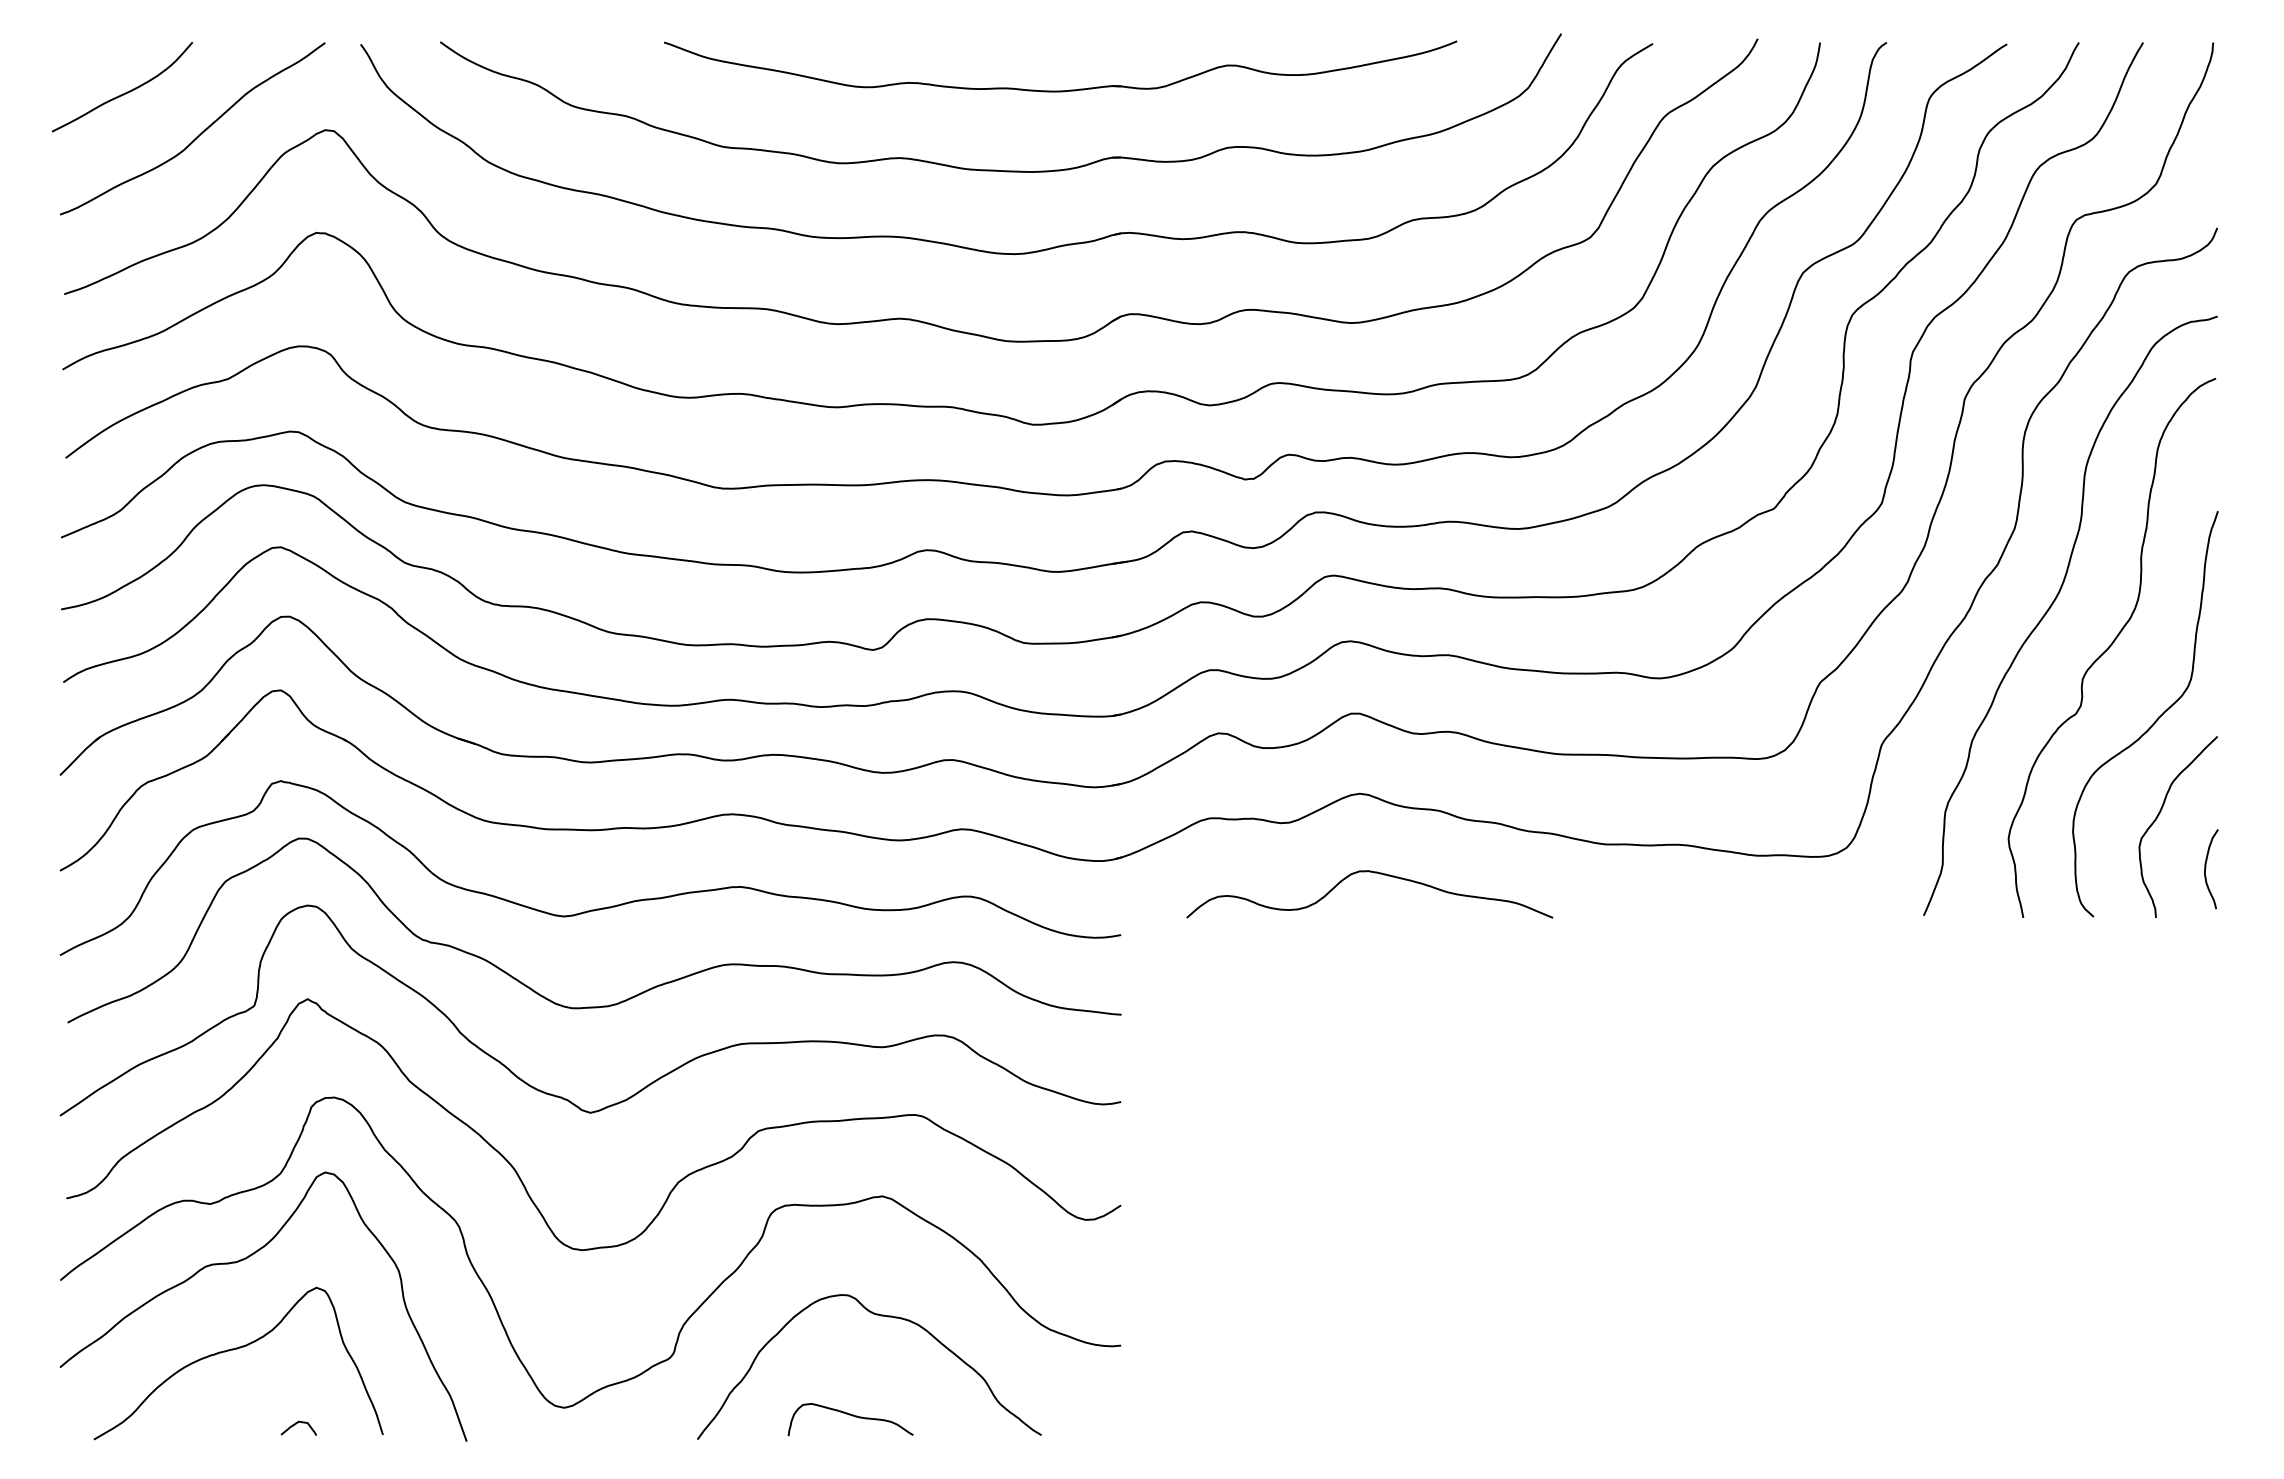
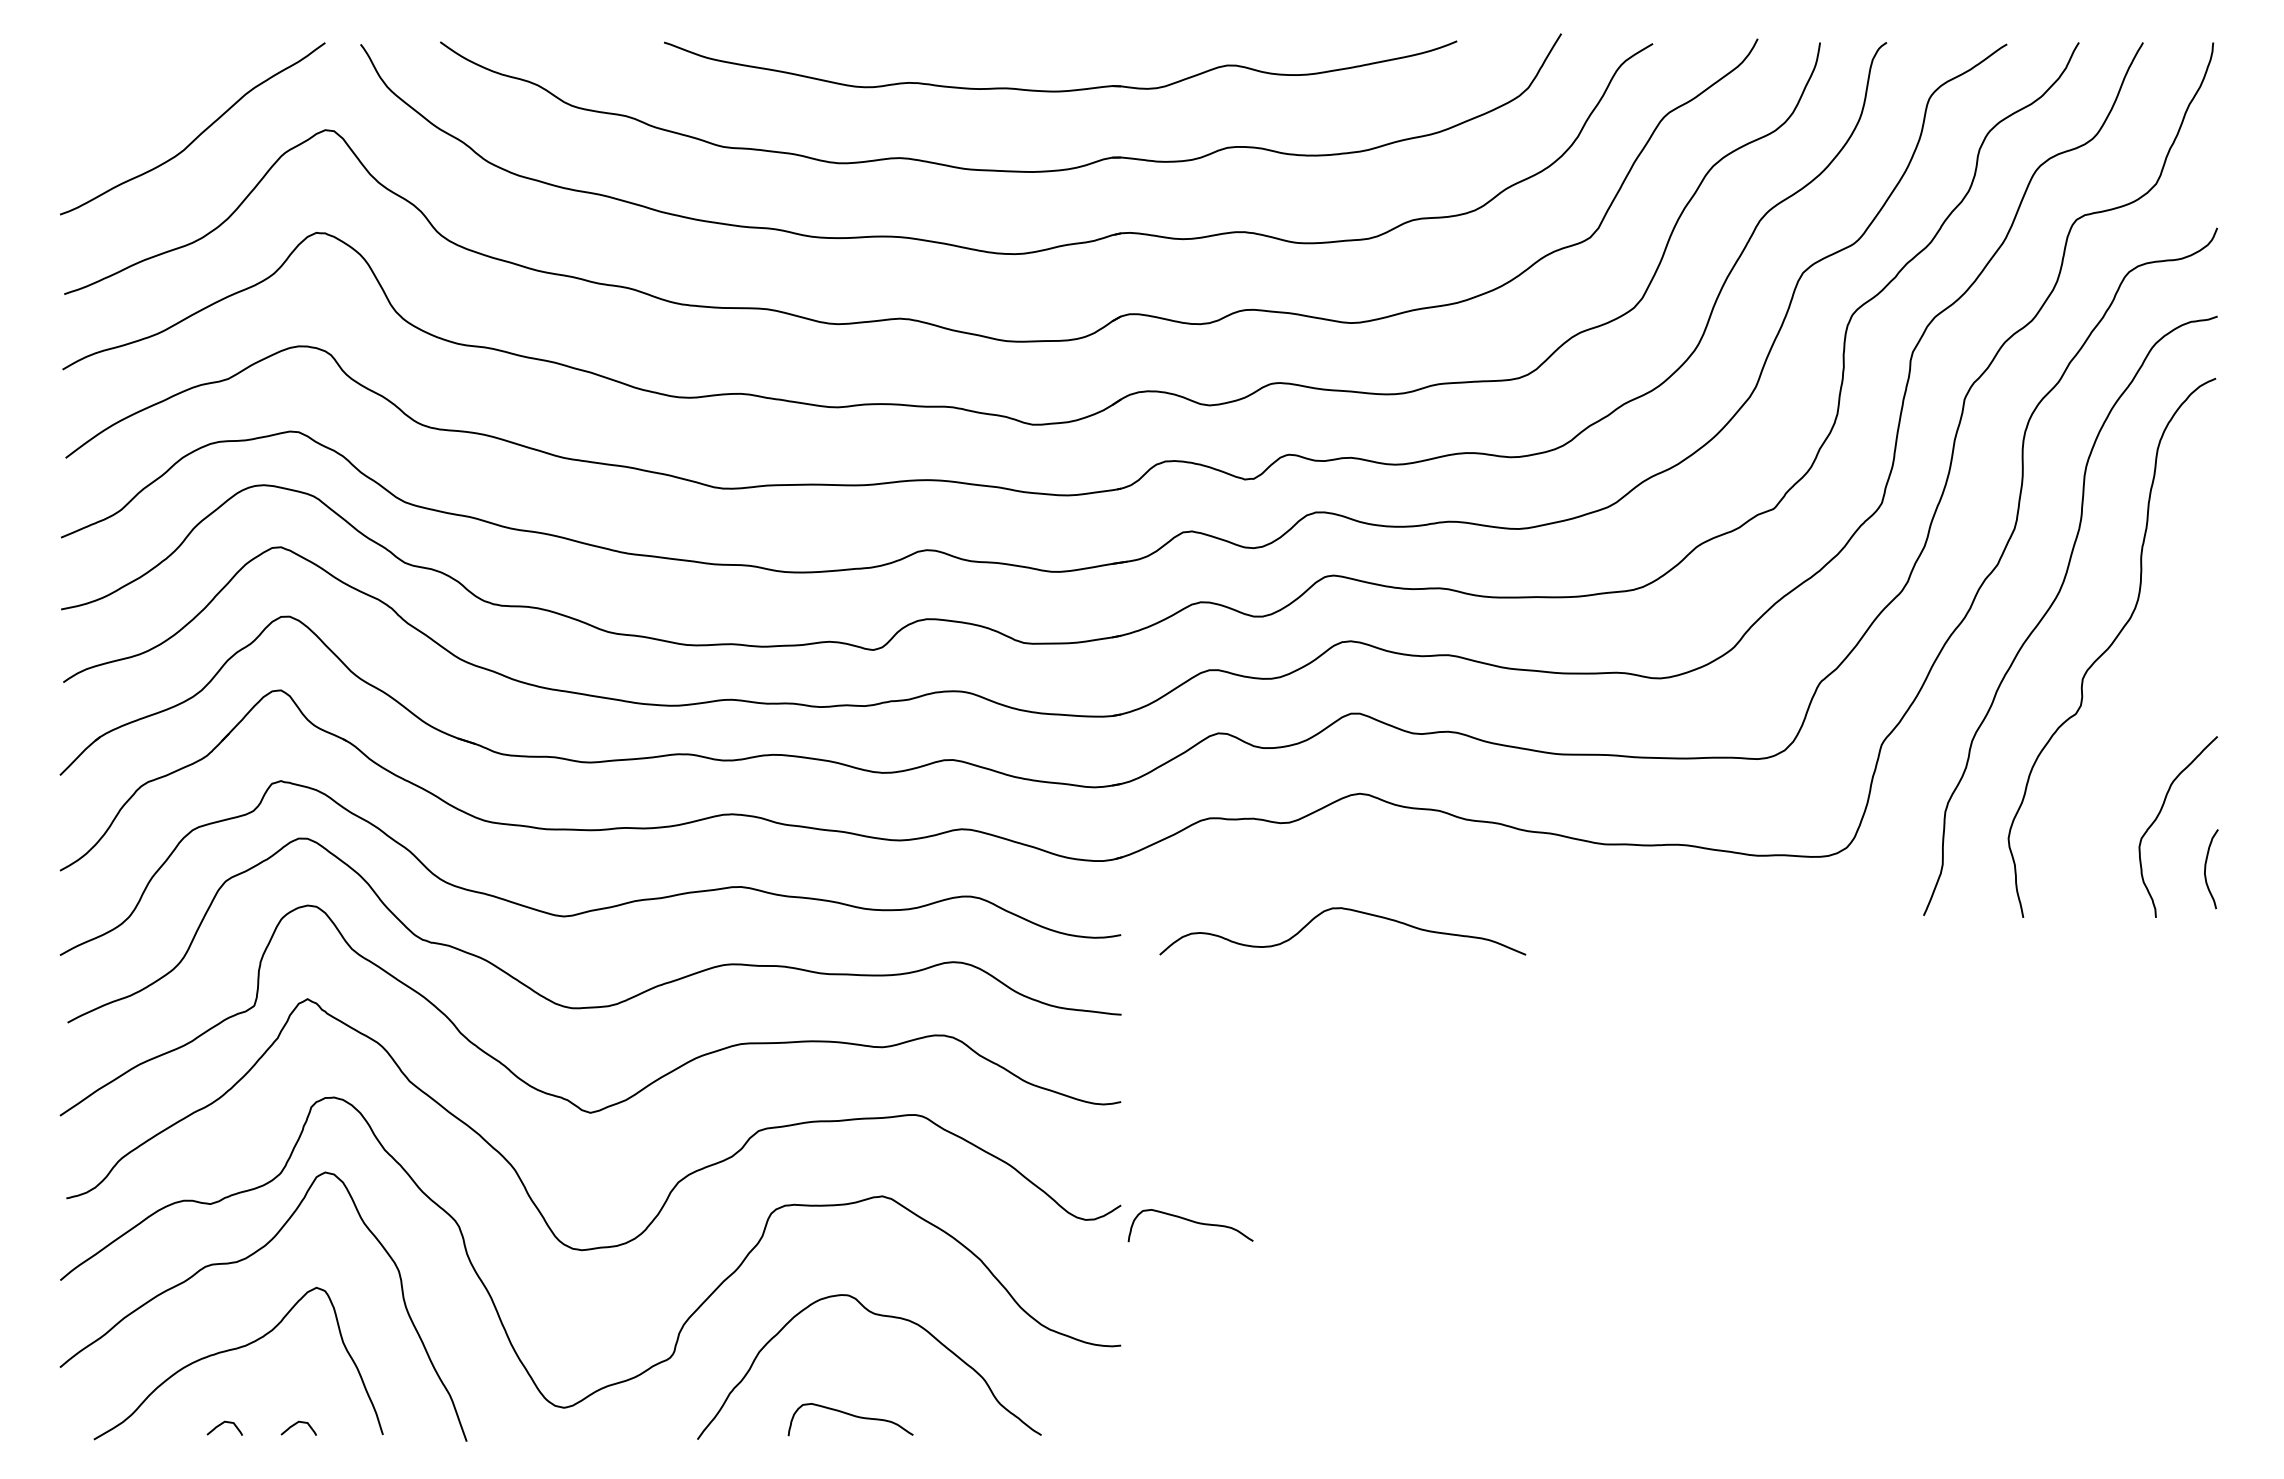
curve at (125, 92): present -> none
curve at (2153, 722): present -> none
curve at (1374, 873) position: (1374, 873) -> (1347, 910)
curve at (1192, 1222): none -> present
curve at (222, 1424): none -> present
